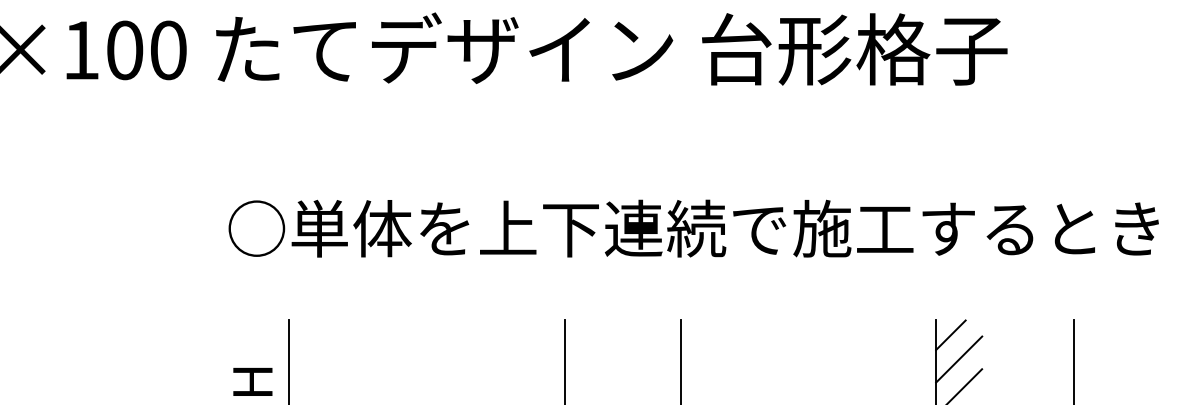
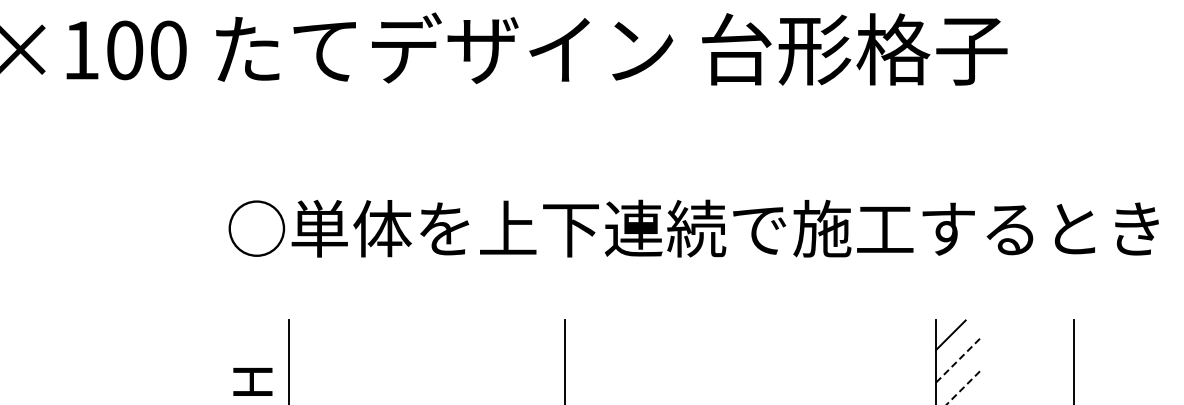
line at (959, 359): solid -> dashed
line at (680, 360): present -> none
line at (964, 386): solid -> dashed
